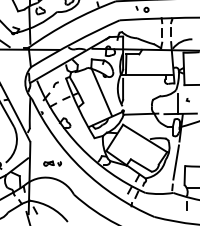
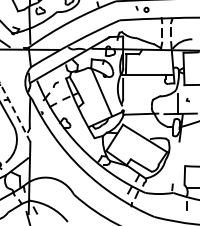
arc at (15, 112): solid -> dashed
line at (175, 162): present -> none
part at (52, 163): present -> none
